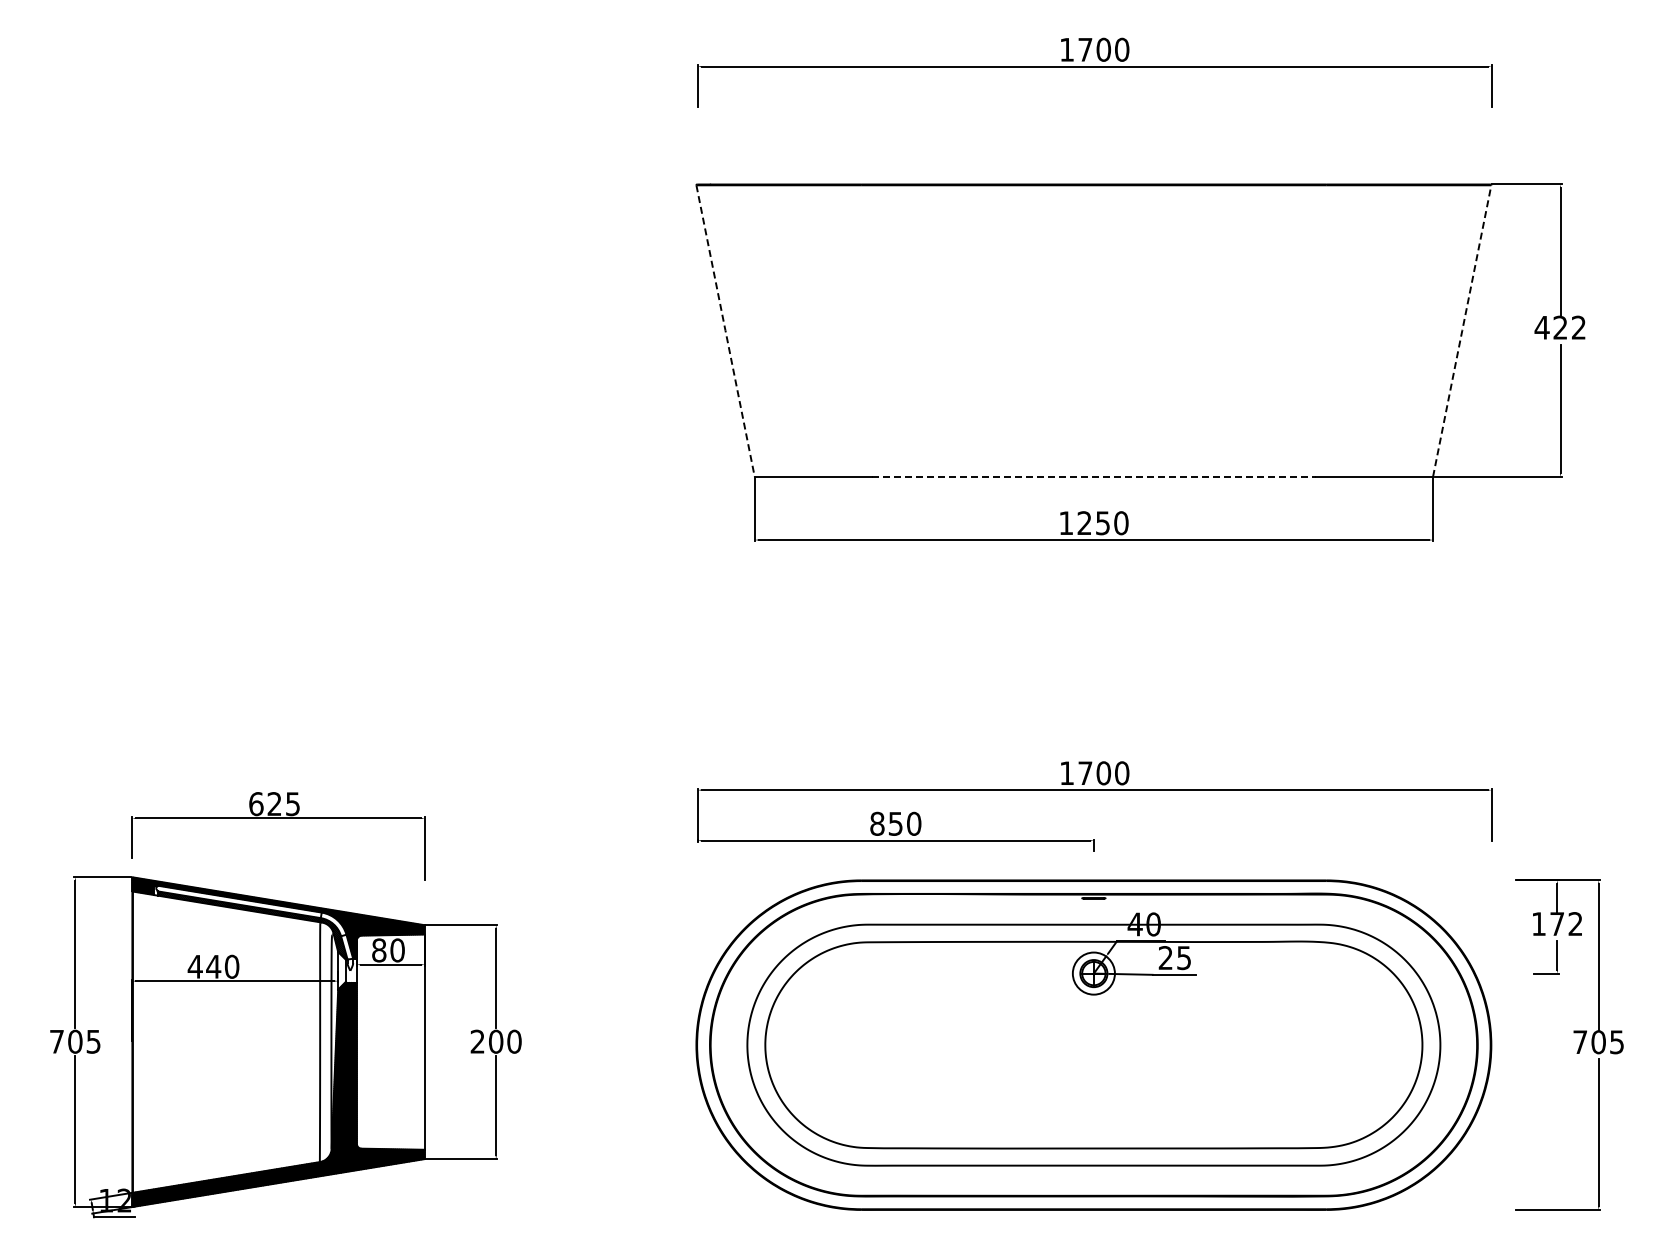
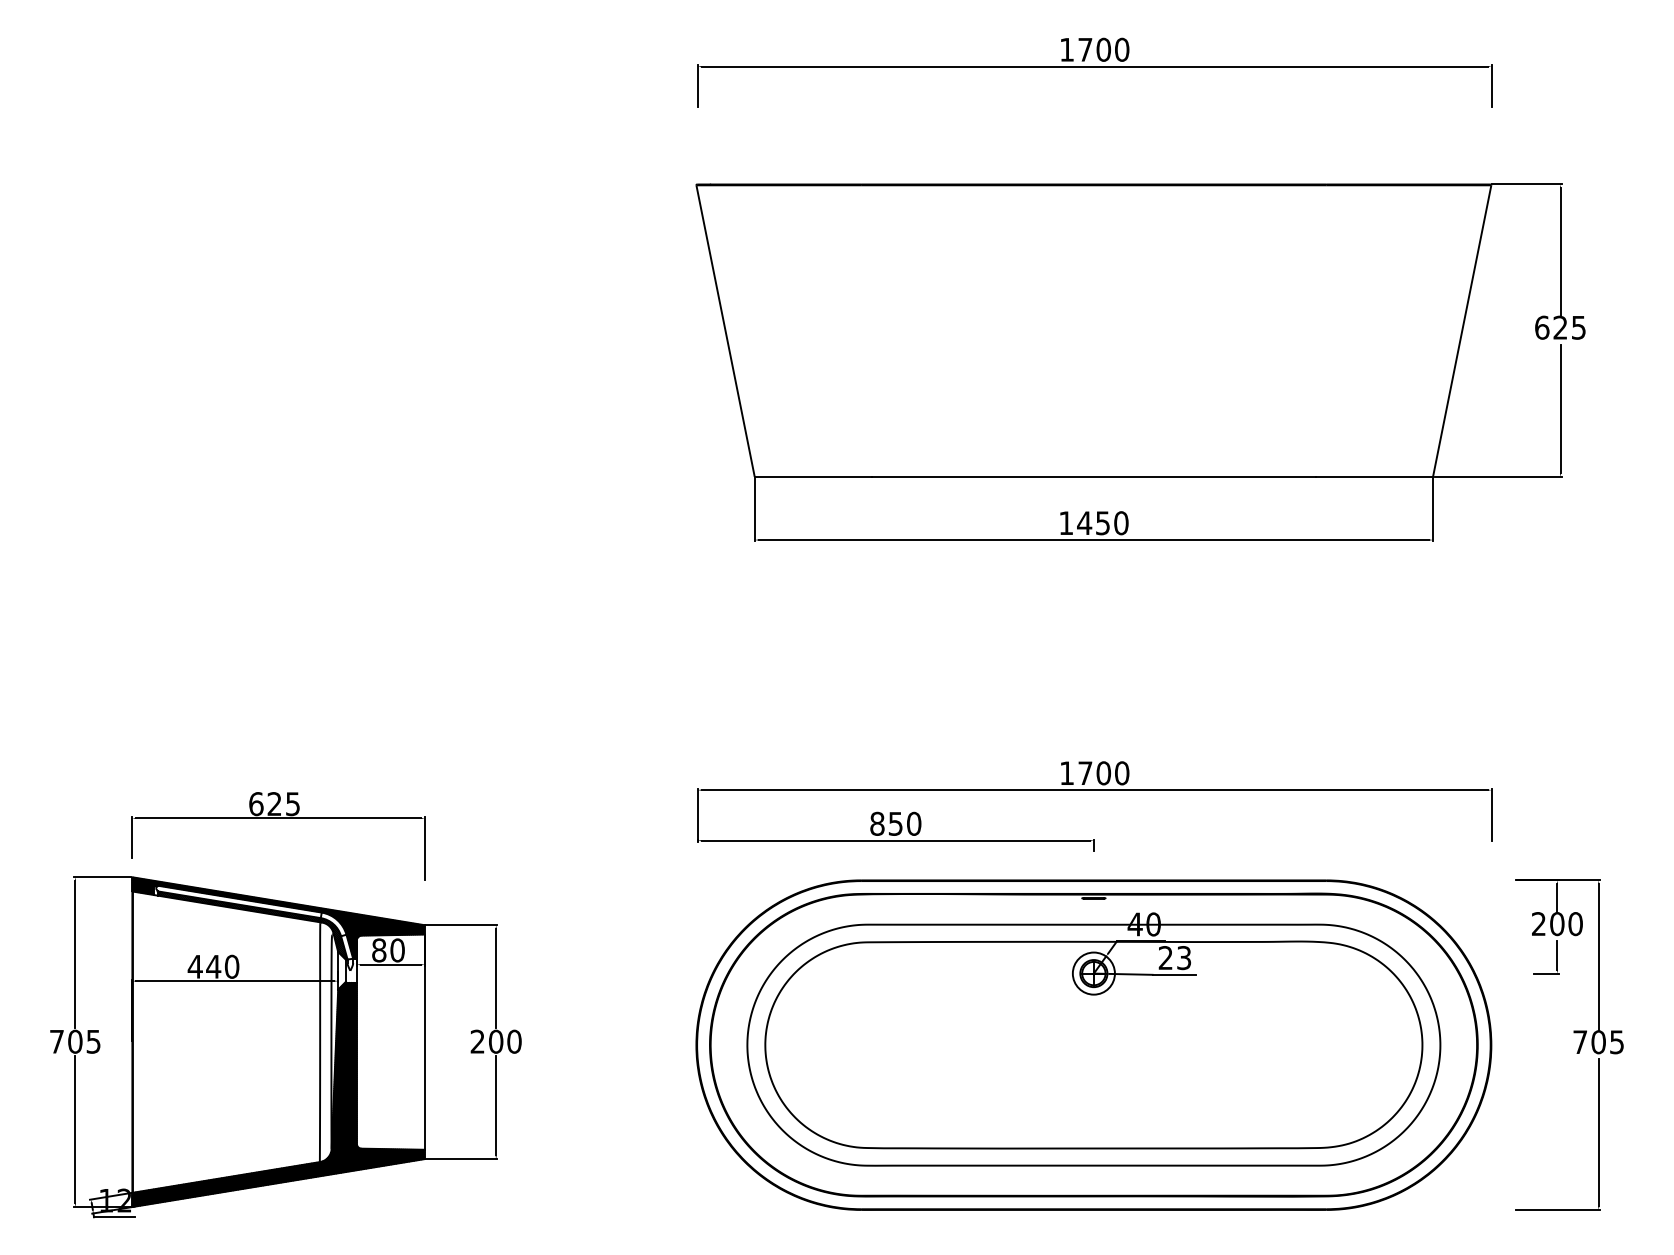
text at (1559, 327): 422 -> 625
line at (725, 330): dashed -> solid
line at (1462, 330): dashed -> solid
line at (1094, 476): dashed -> solid
text at (1084, 522): 1250 -> 1450
text at (1557, 924): 172 -> 200
text at (1184, 957): 25 -> 23
